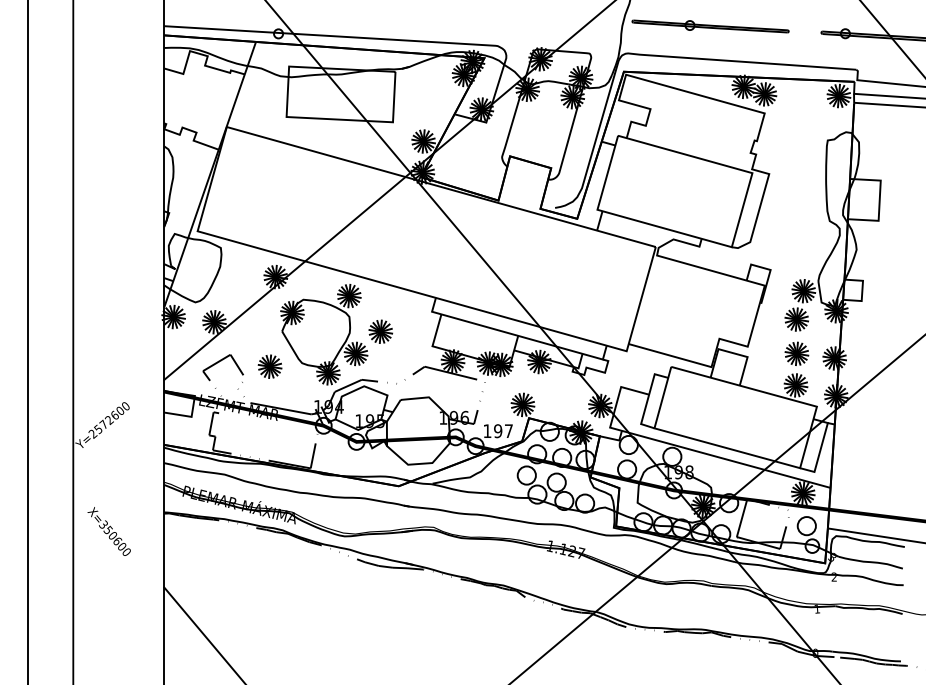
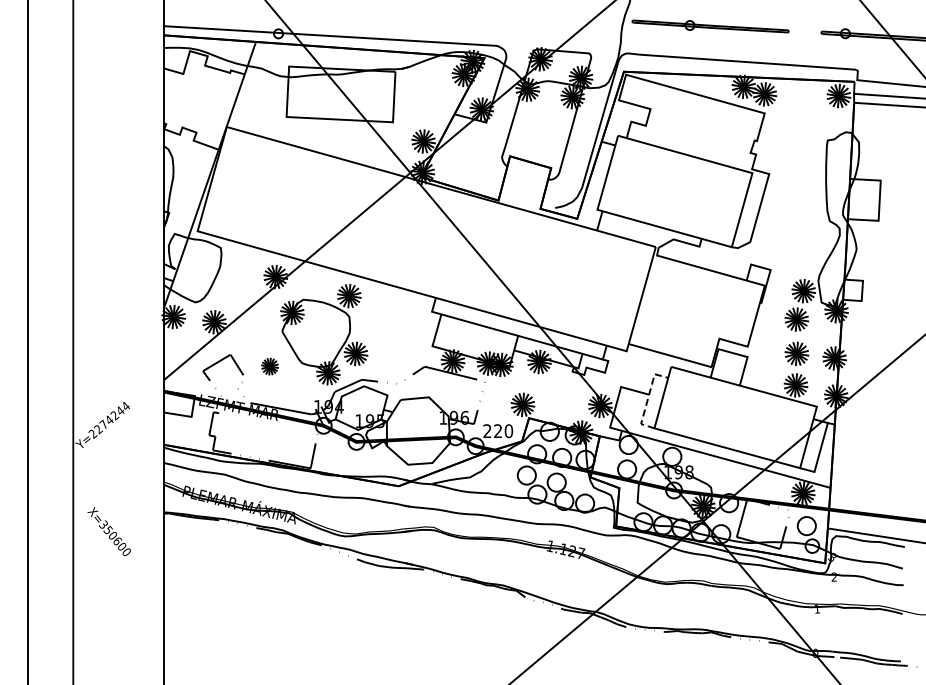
part at (380, 331): present -> none
part at (269, 366) size: 26x25 px -> 18x19 px
line at (647, 399): solid -> dashed
text at (111, 417): Y=2572600 -> Y=2274244
text at (498, 431): 197 -> 220
line at (203, 634): present -> none
